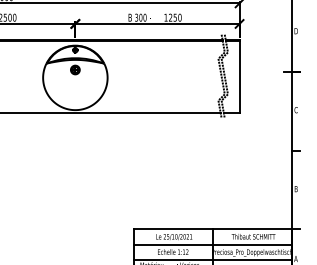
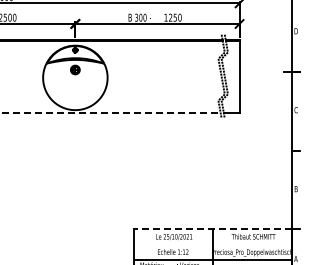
line at (110, 113): solid -> dashed
line at (213, 229): solid -> dashed
line at (213, 244): present -> none
